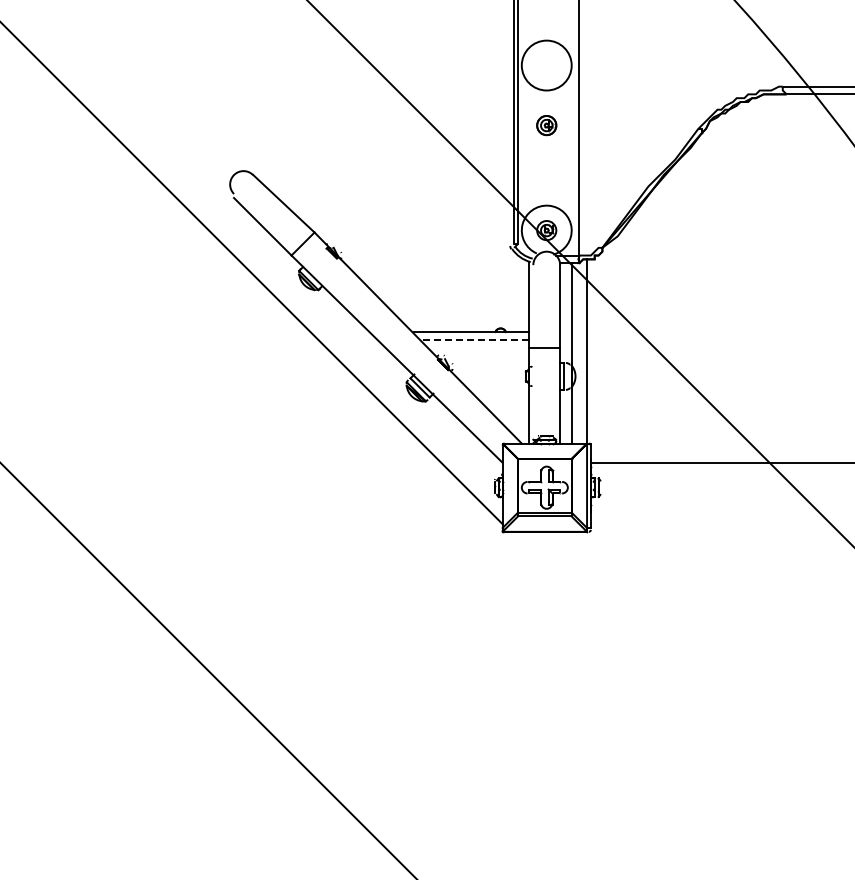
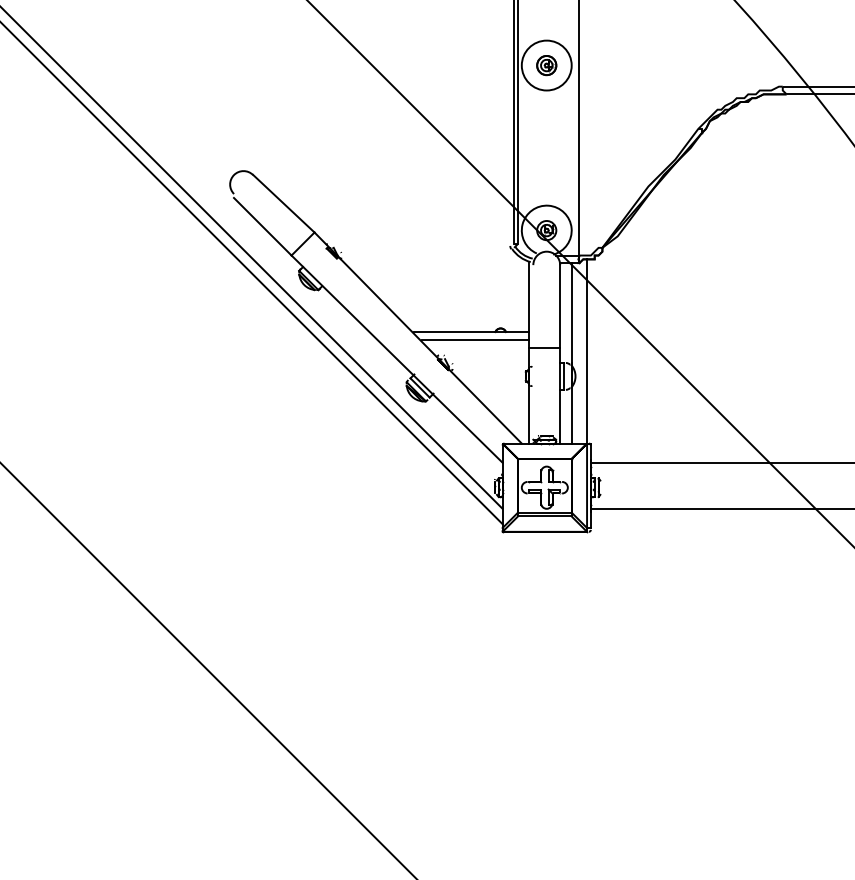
part at (546, 125) position: (546, 125) -> (546, 65)
line at (252, 258): none -> present
line at (475, 339): dashed -> solid
line at (720, 508): none -> present
